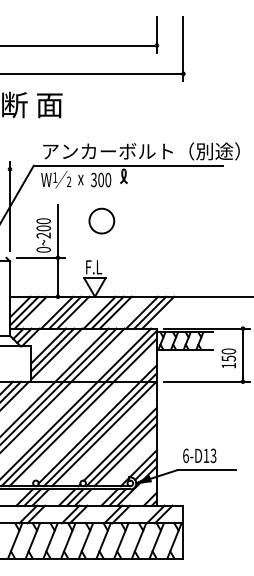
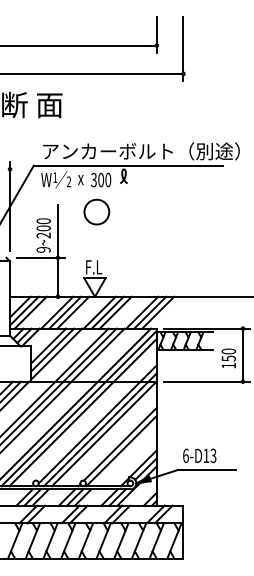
circle at (101, 220) position: (101, 220) -> (96, 211)
text at (43, 249): 0~200 -> 9~200
line at (125, 454): present -> none
